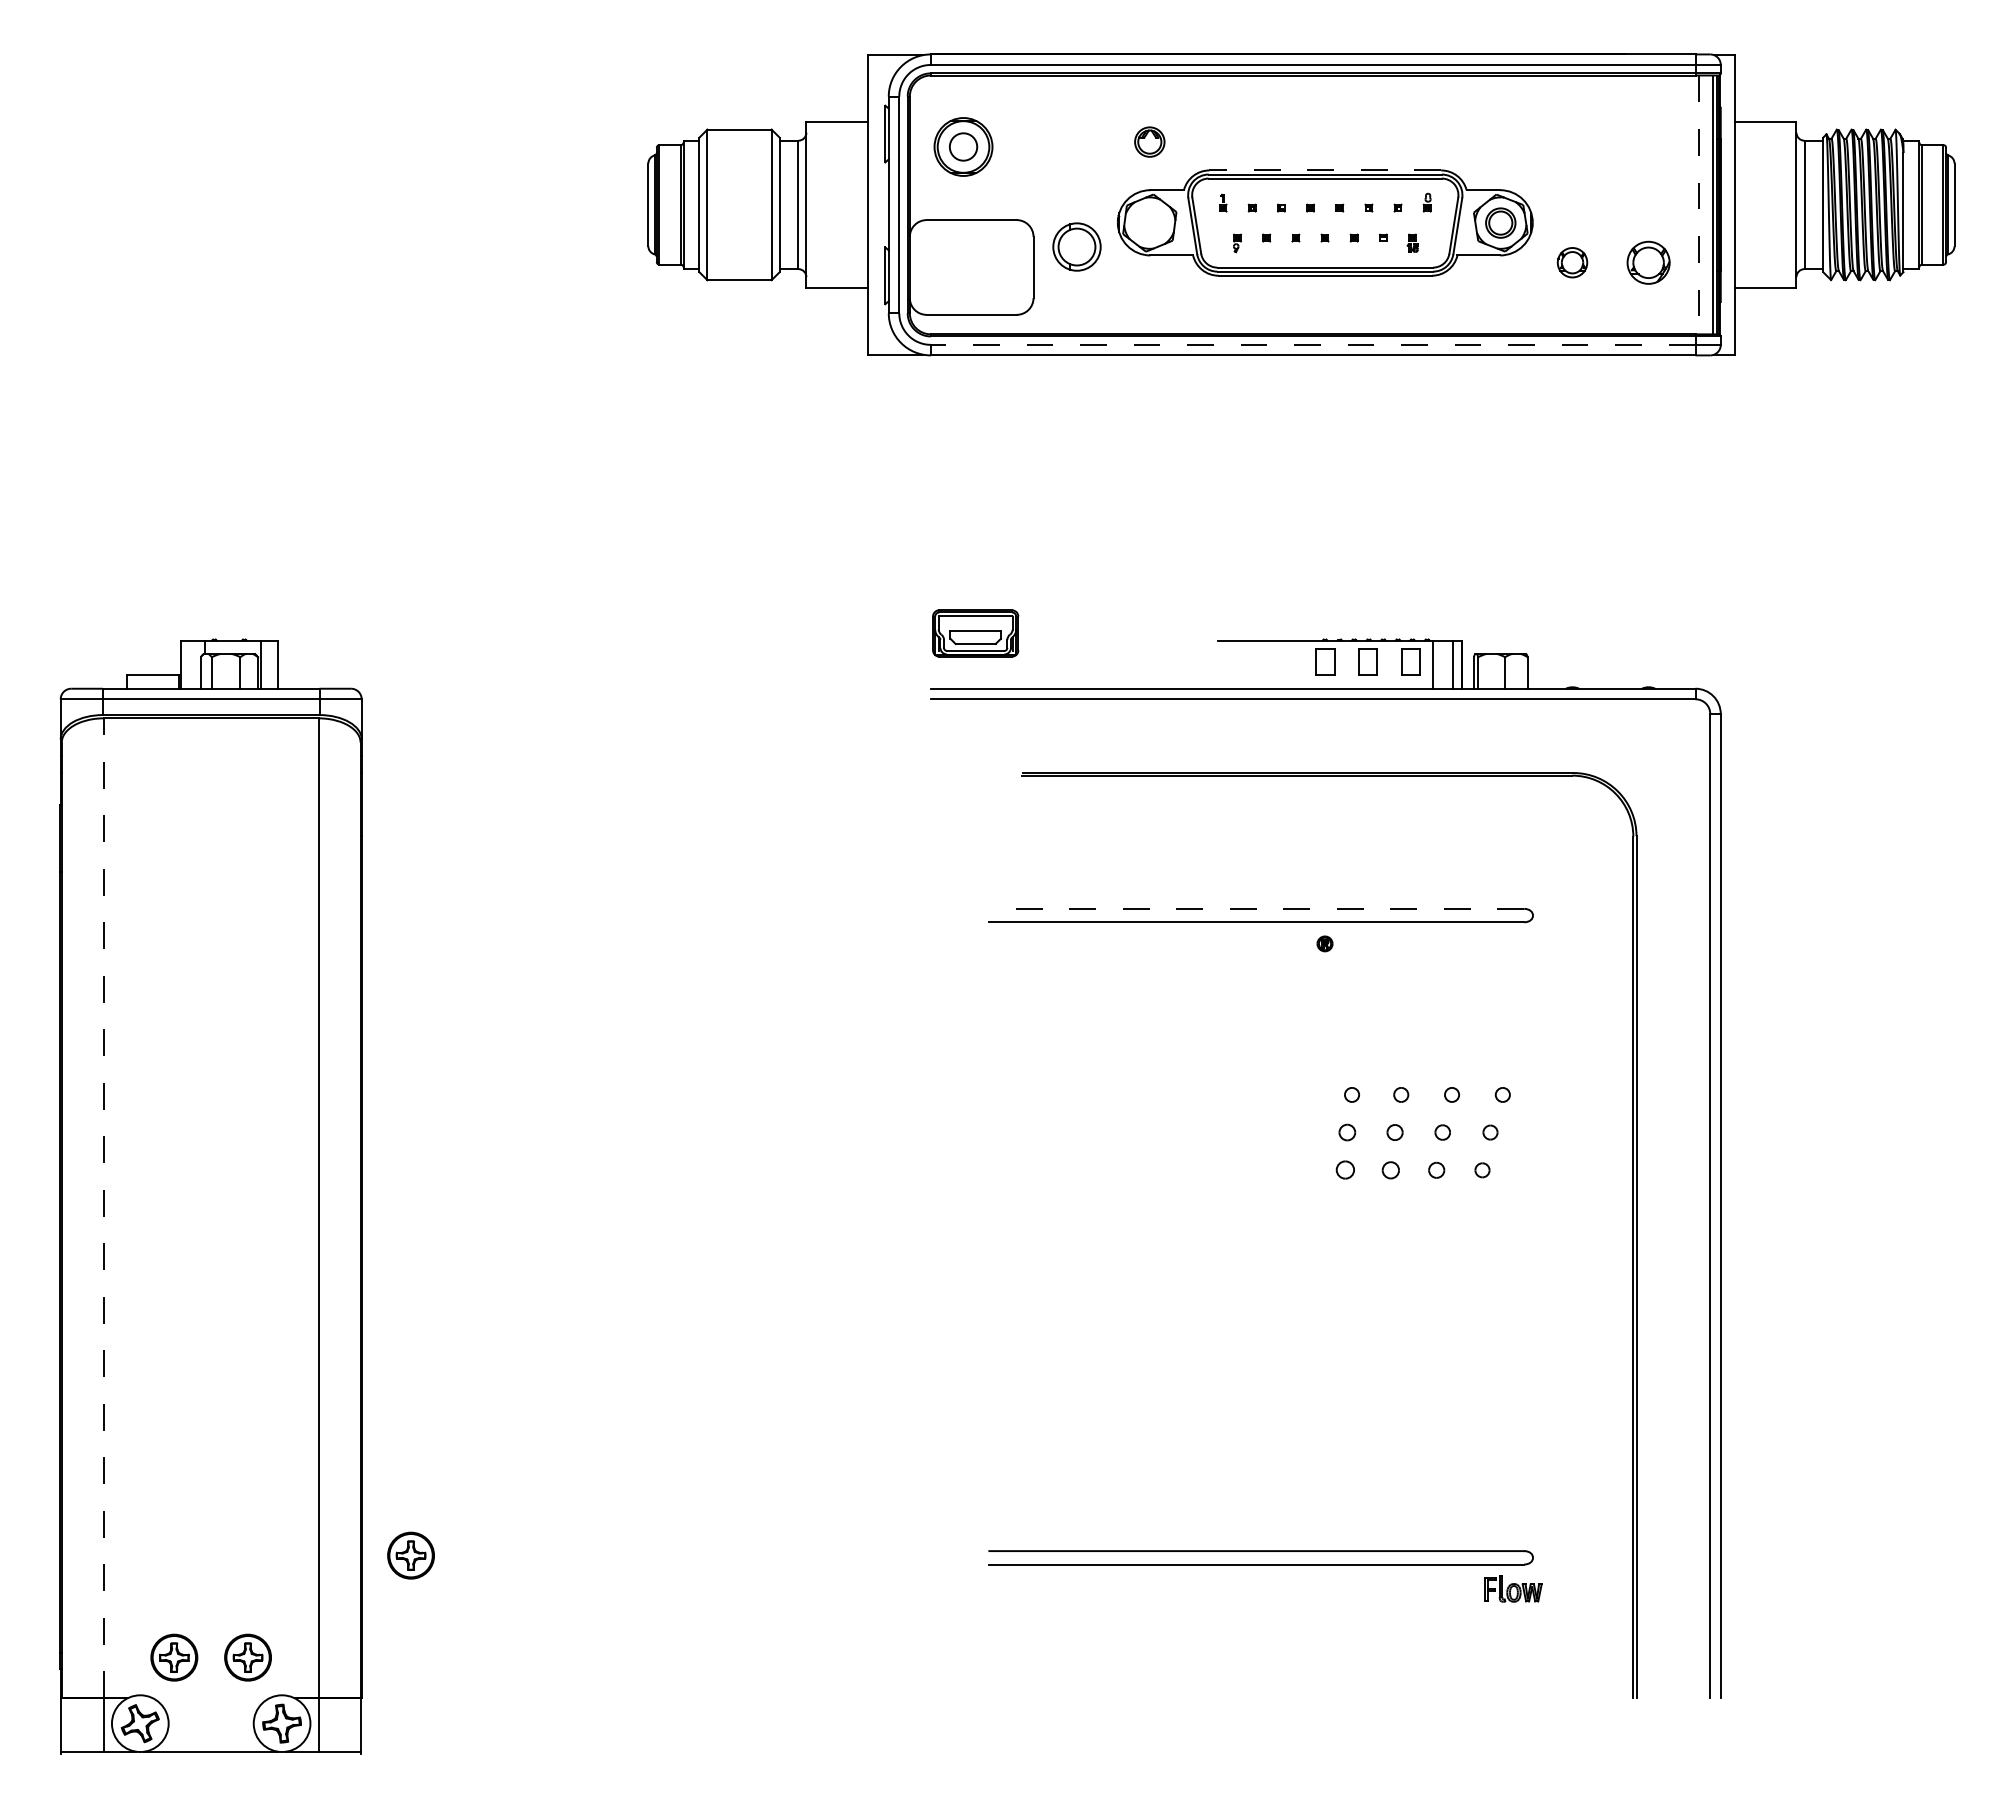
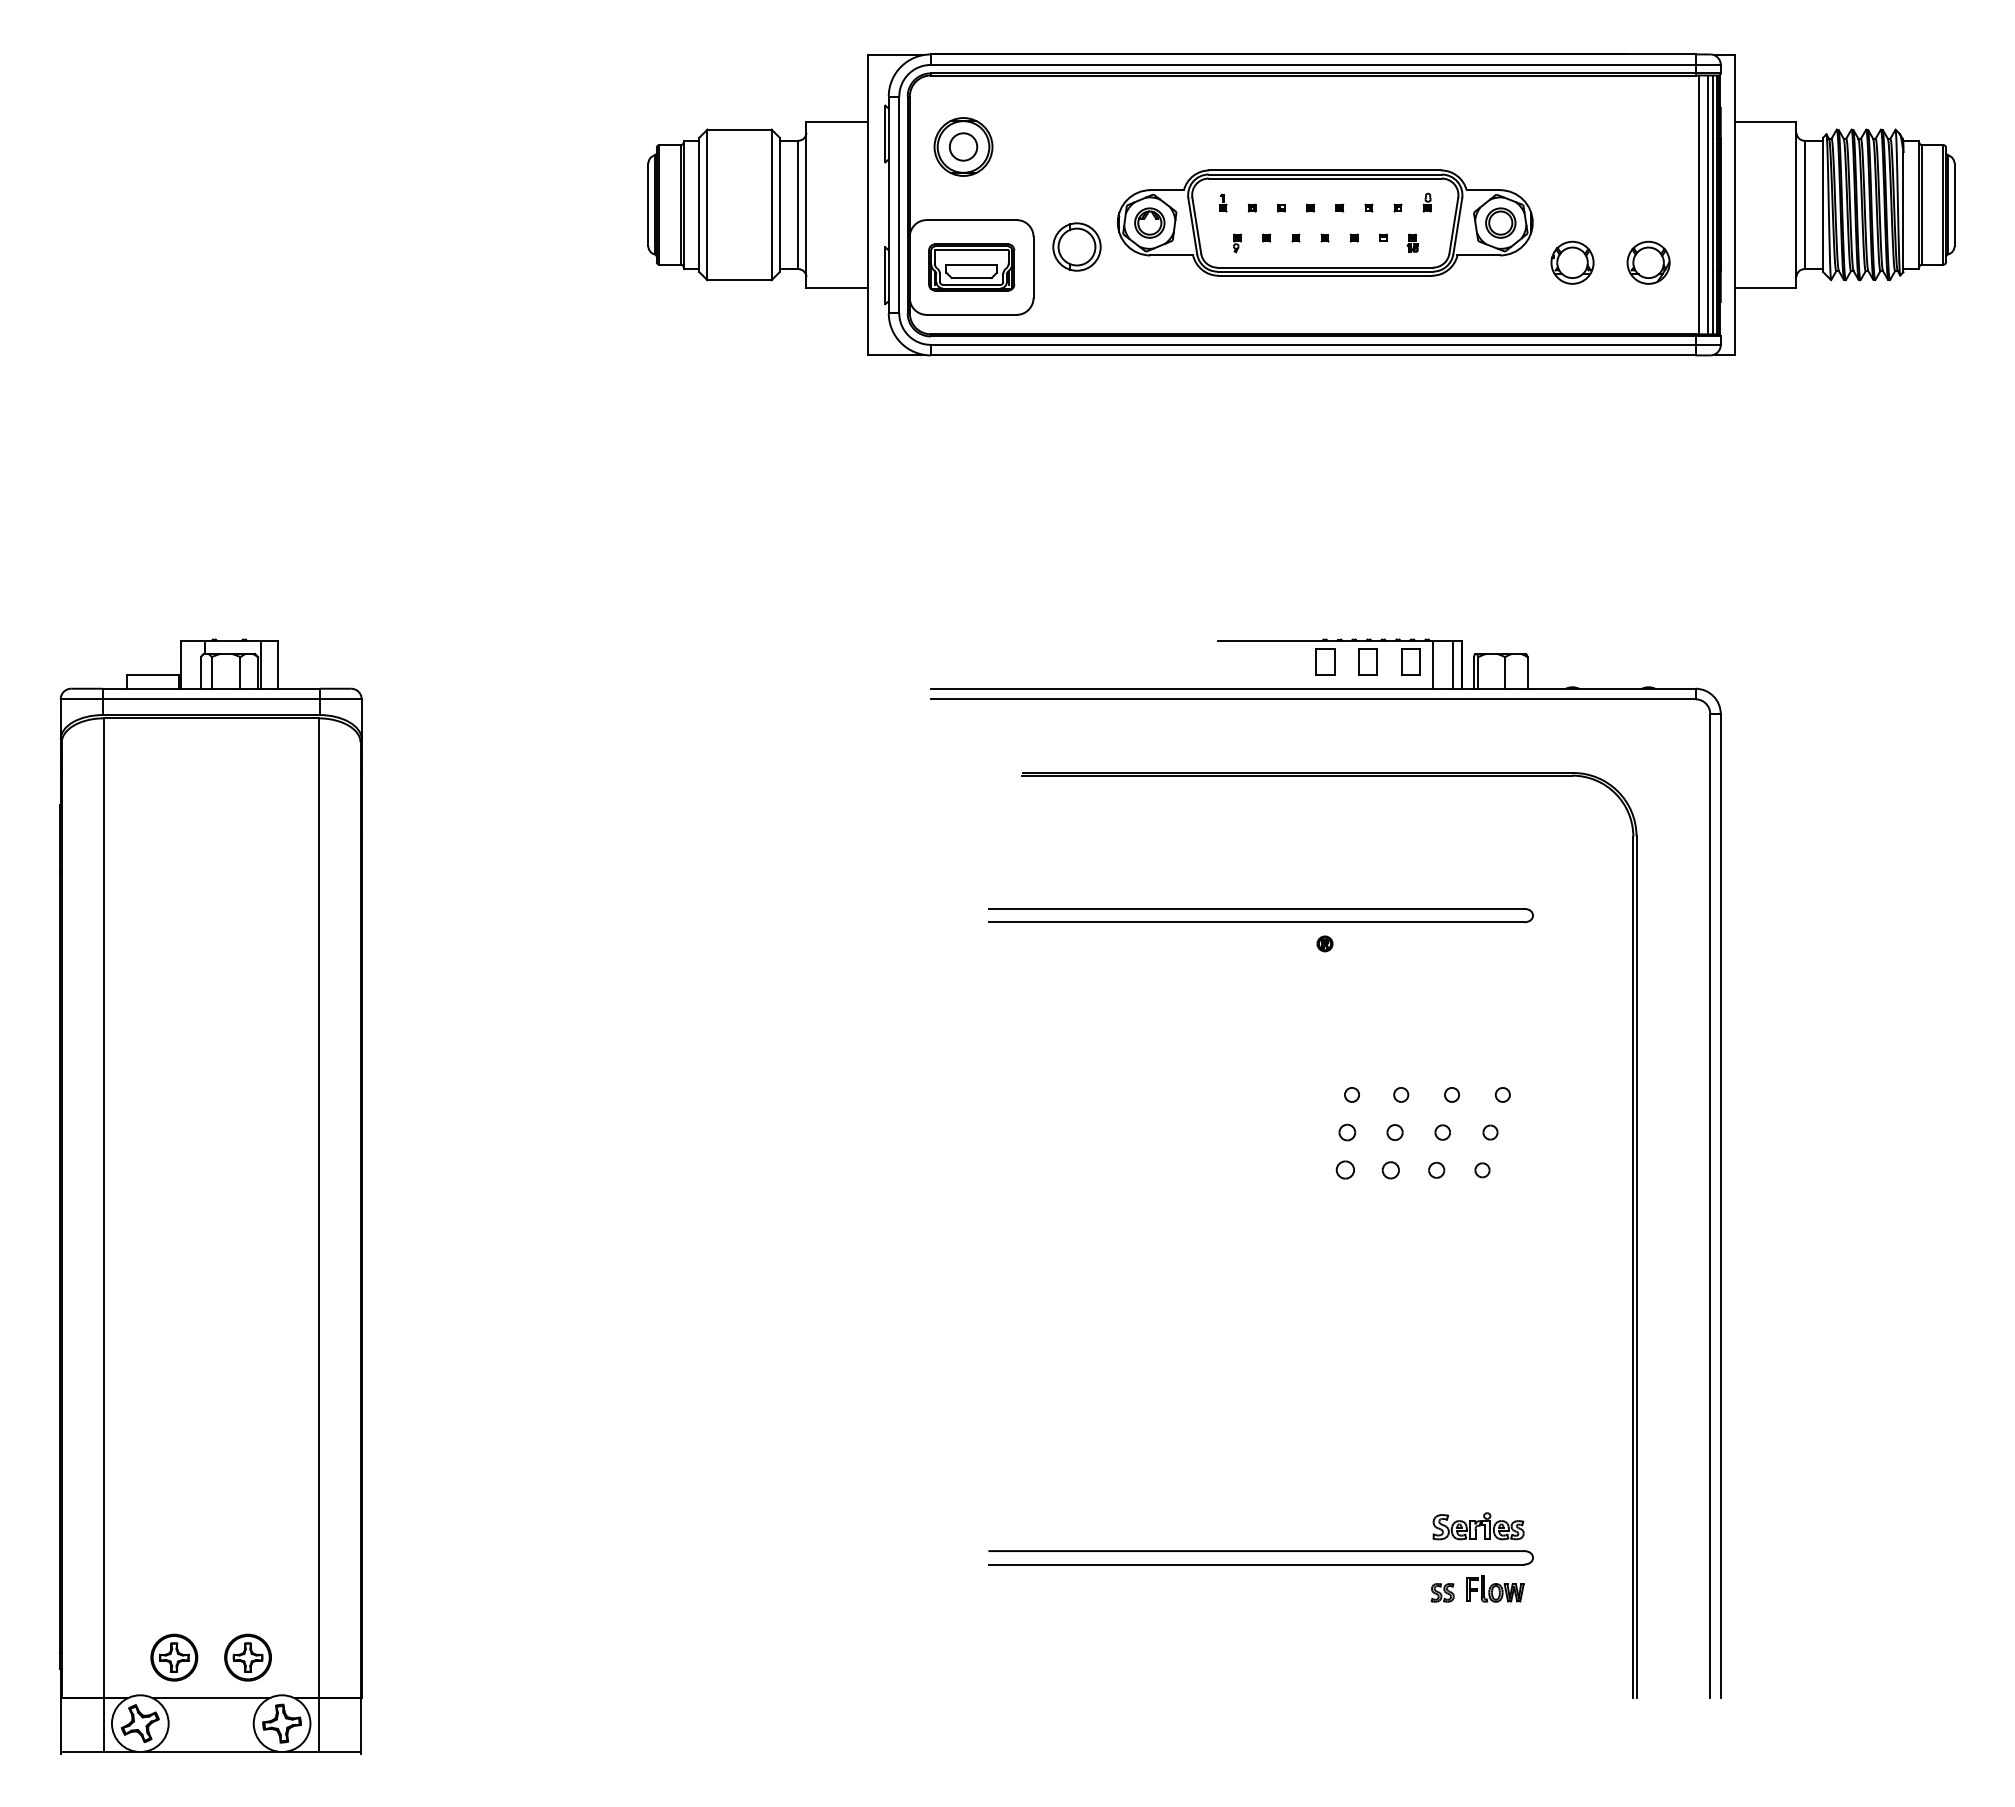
part at (1149, 141) position: (1149, 141) -> (1149, 222)
line at (1325, 170): dashed -> solid
line at (1707, 204): none -> present
line at (1699, 205): dashed -> solid
part at (1572, 262) size: 33x32 px -> 45x45 px
line at (1312, 344): dashed -> solid
part at (975, 633) position: (975, 633) -> (971, 267)
line at (1256, 908): dashed -> solid
line at (103, 1208): dashed -> solid
part at (1478, 1526): none -> present
part at (410, 1555): present -> none
part at (1513, 1588) position: (1513, 1588) -> (1495, 1588)
part at (1442, 1592): none -> present
line at (210, 1698): none -> present
